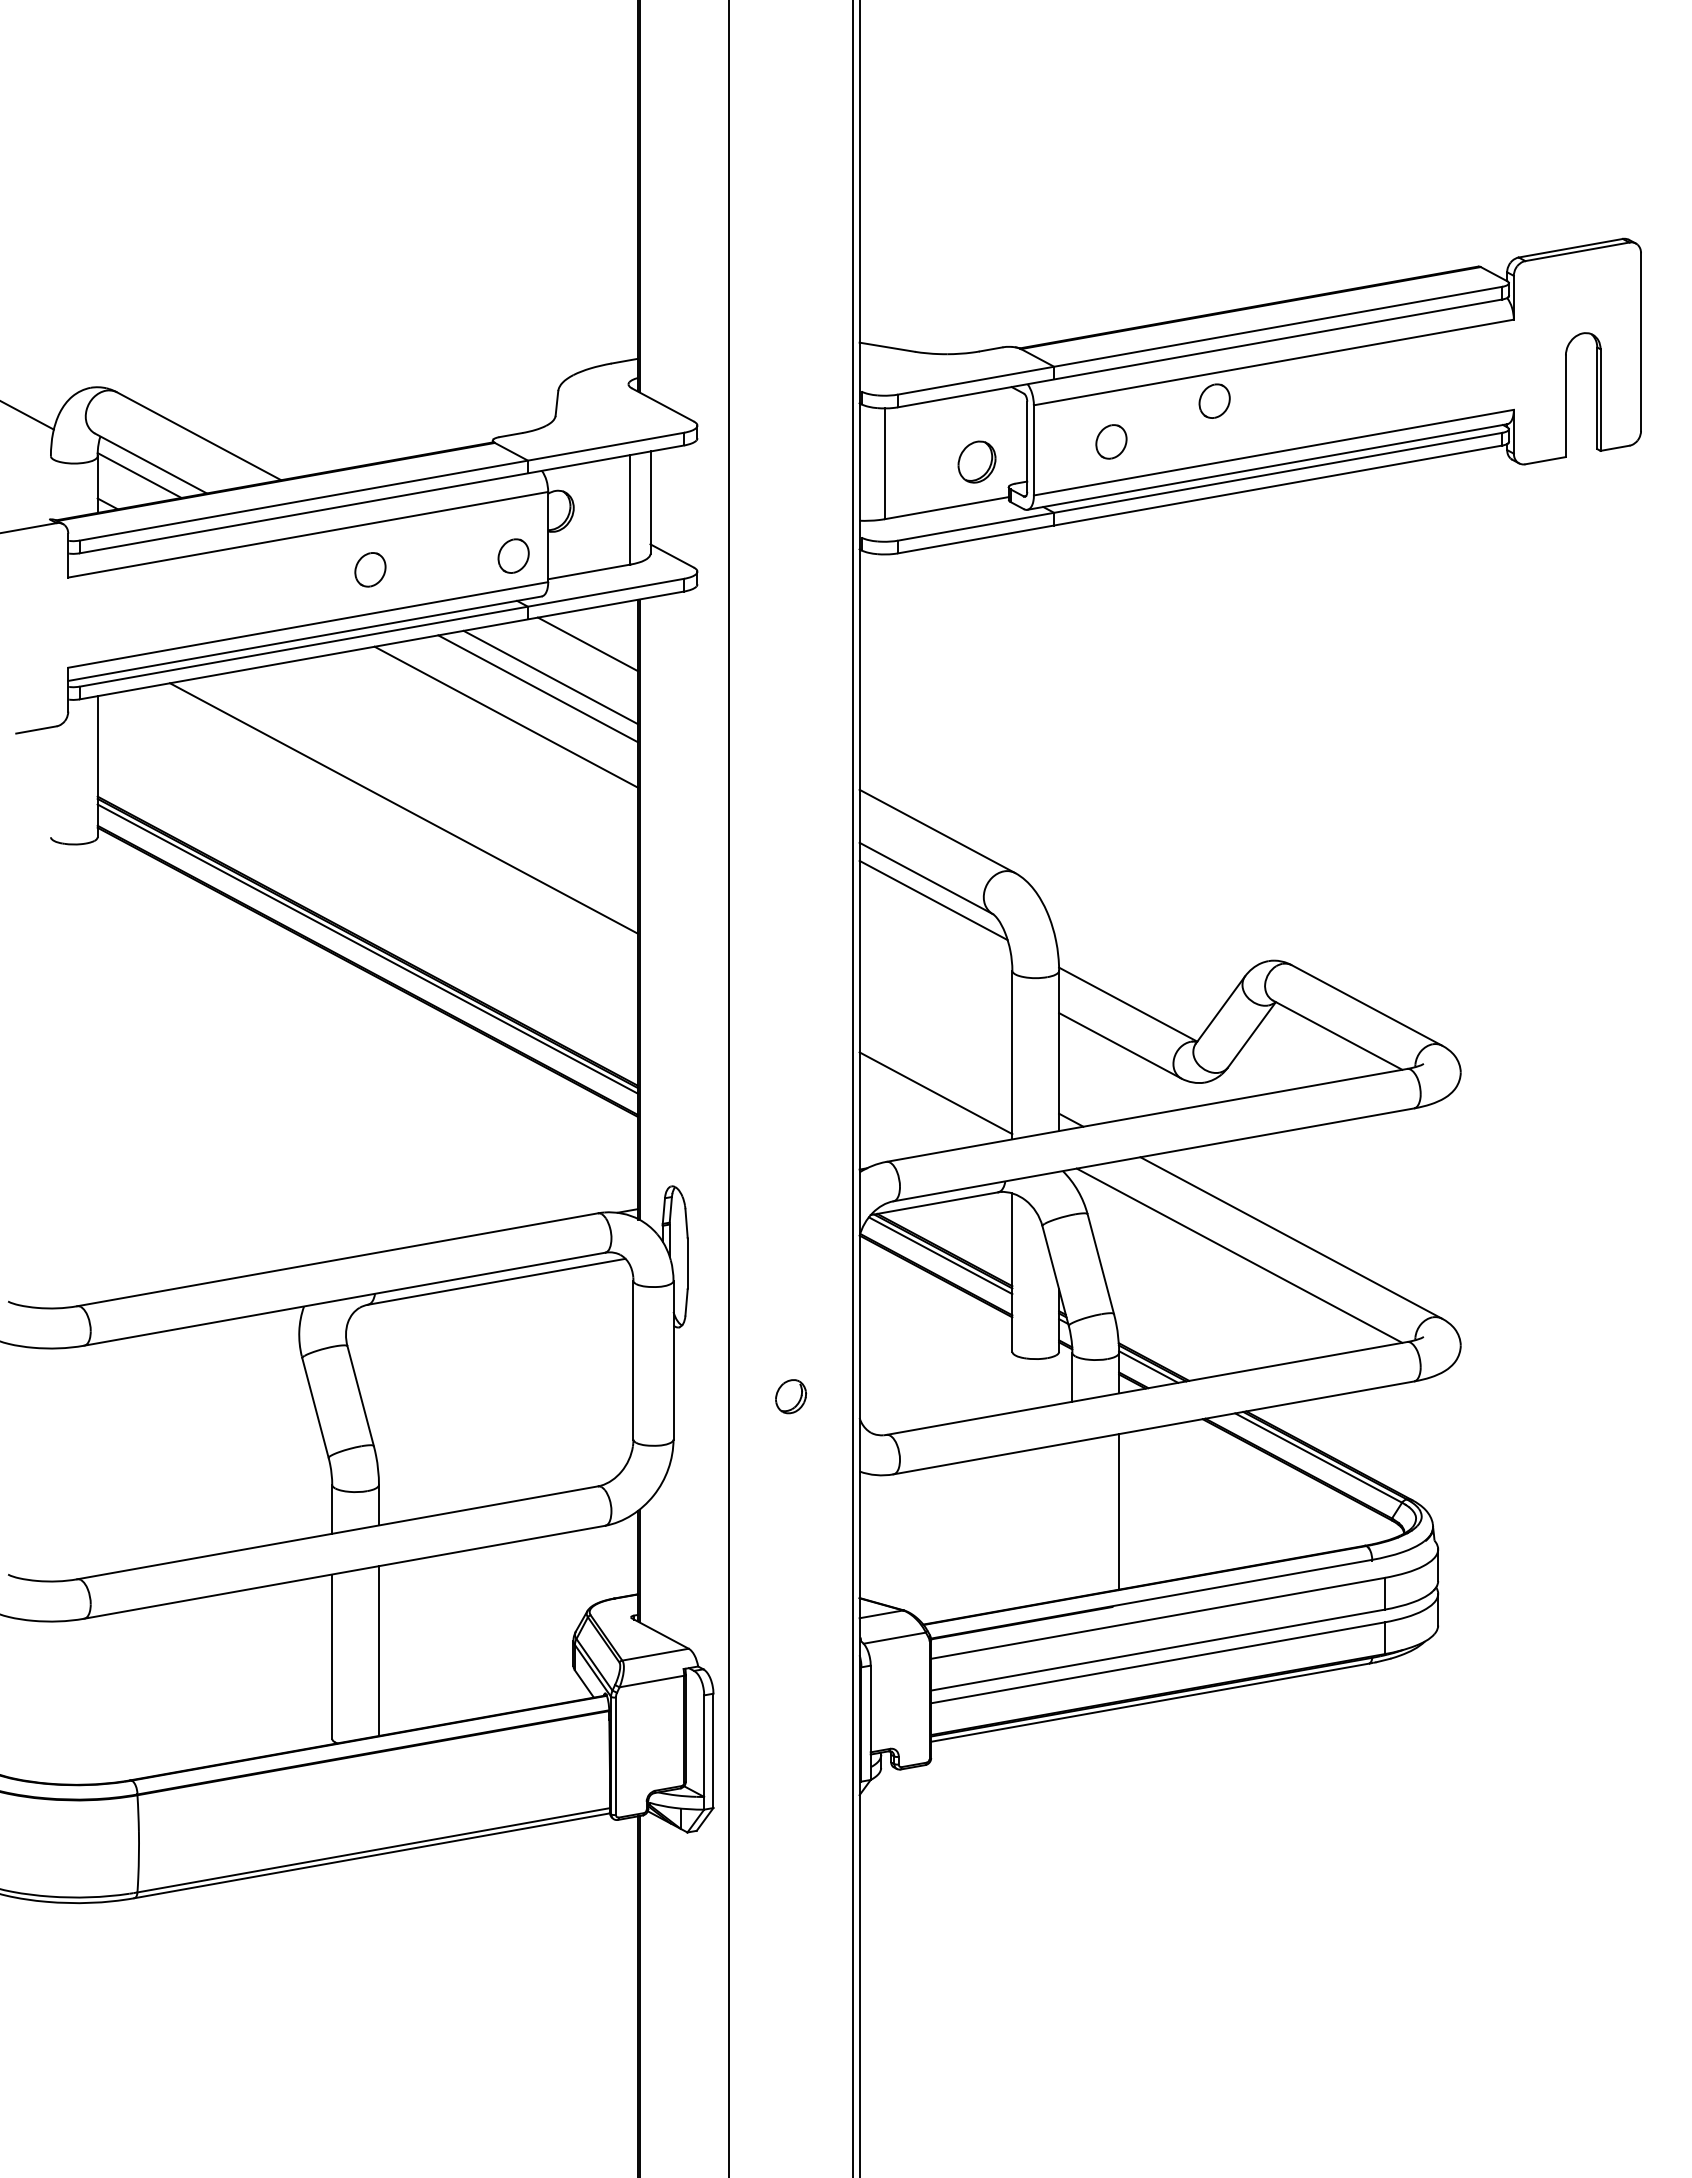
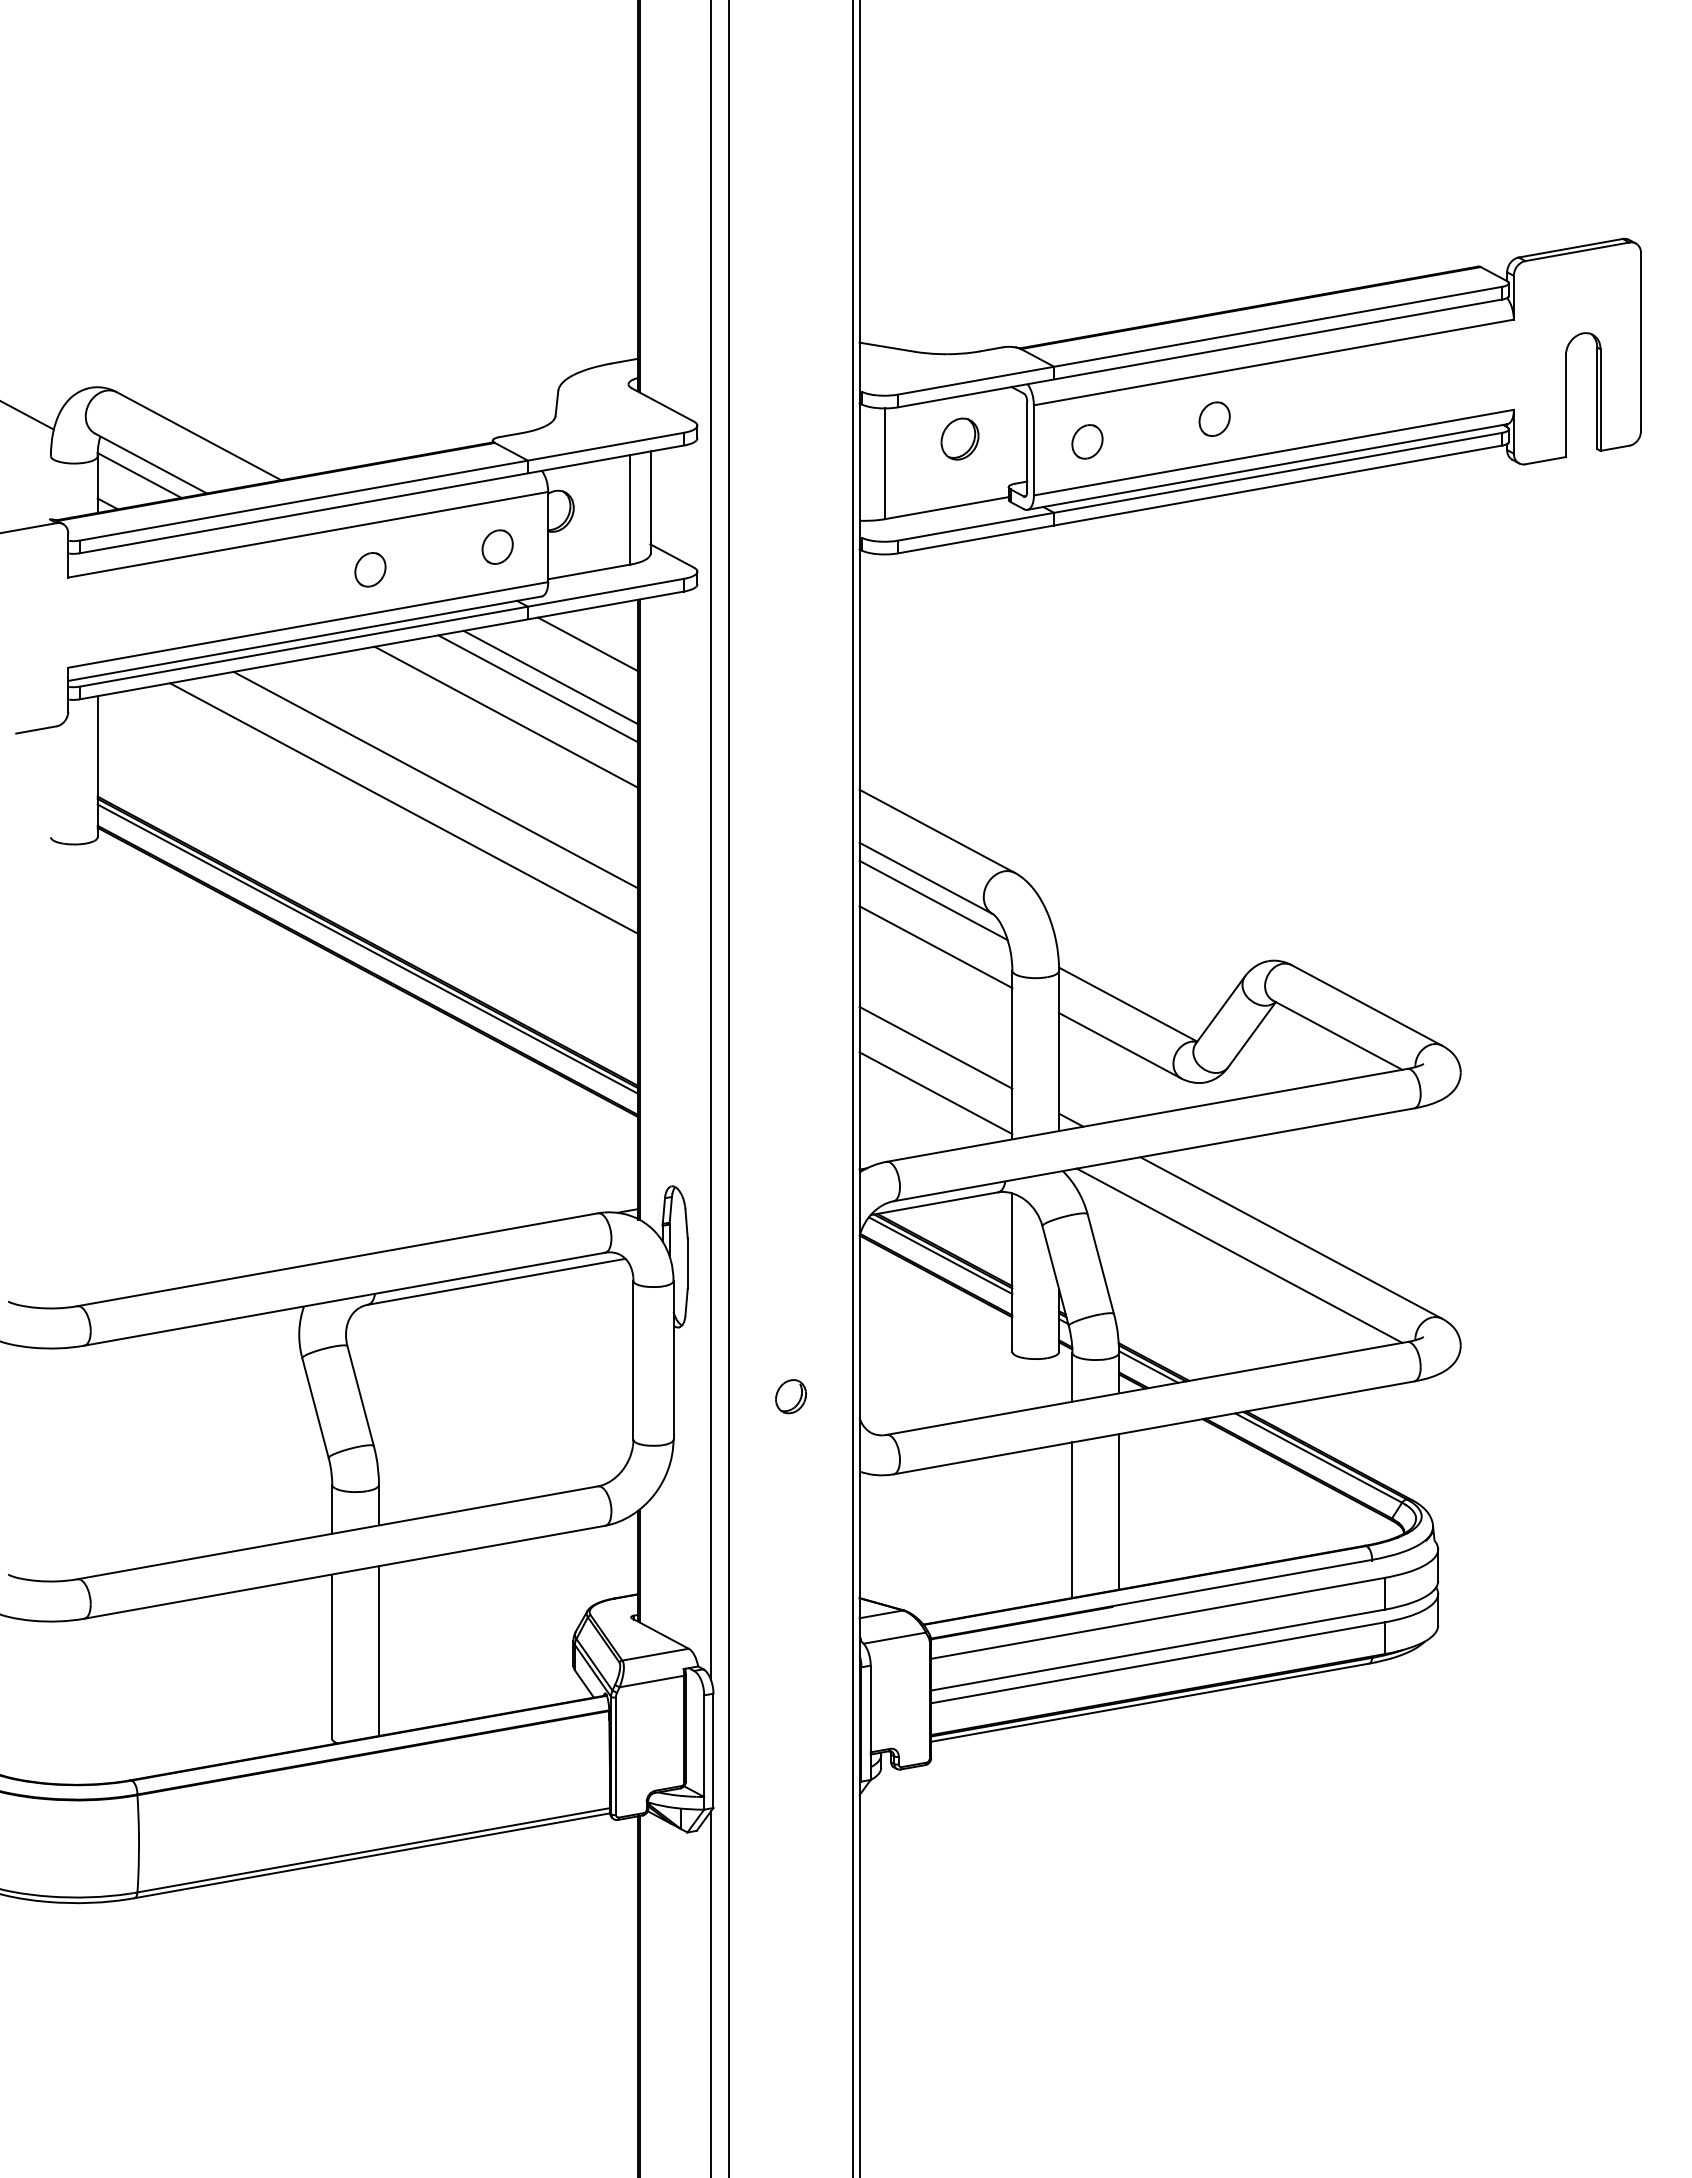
part at (1214, 400) position: (1214, 400) -> (1214, 418)
part at (1111, 441) position: (1111, 441) -> (1087, 441)
part at (976, 461) position: (976, 461) -> (959, 438)
part at (513, 555) position: (513, 555) -> (497, 546)
line at (435, 779): none -> present
line at (710, 840): none -> present
line at (935, 947): none -> present
line at (935, 1047): none -> present
line at (1072, 1519): none -> present
line at (710, 1992): none -> present
